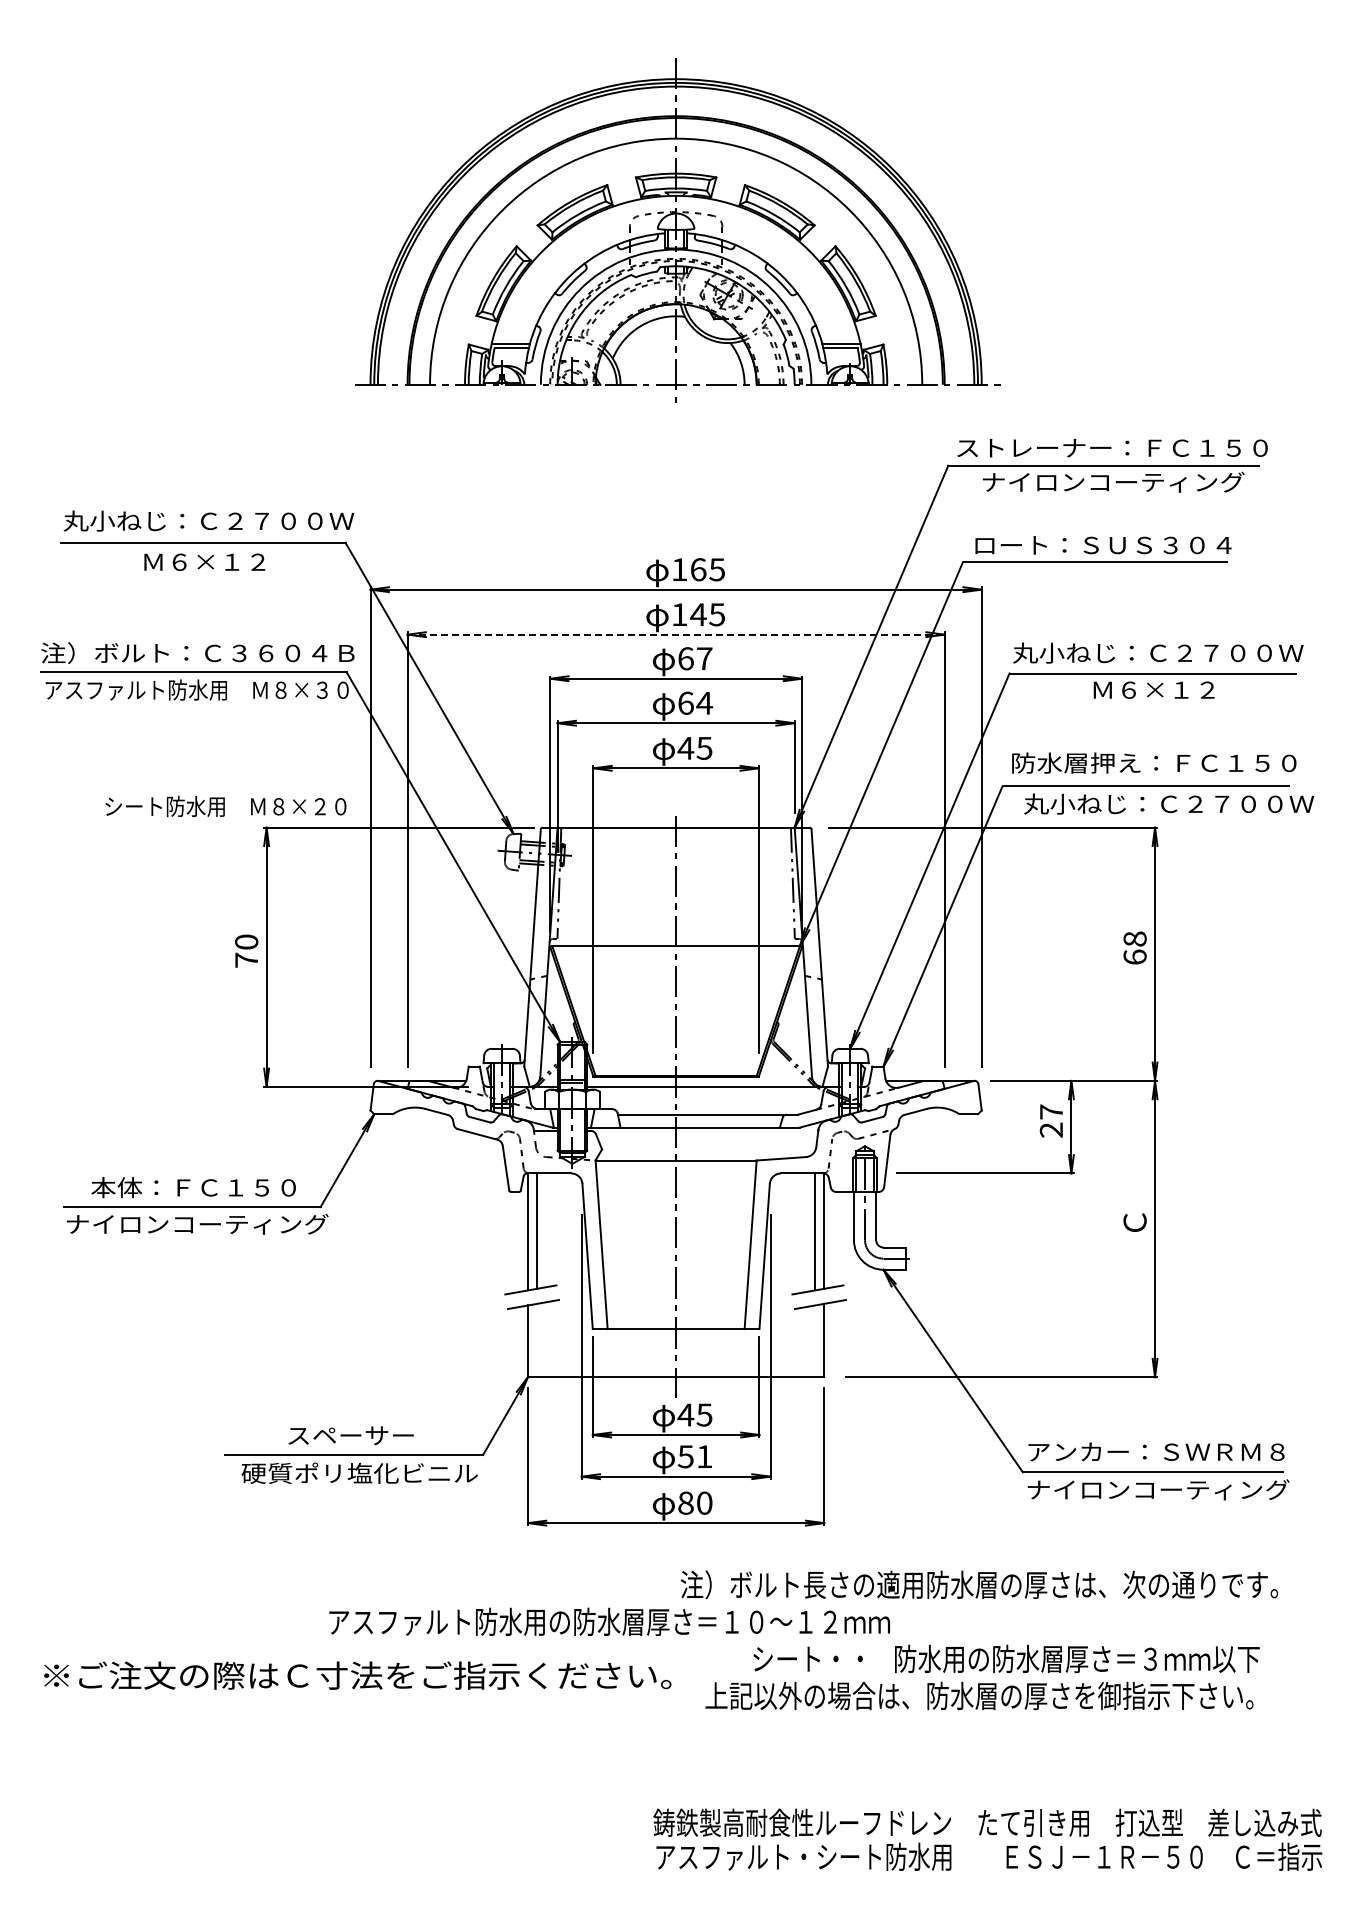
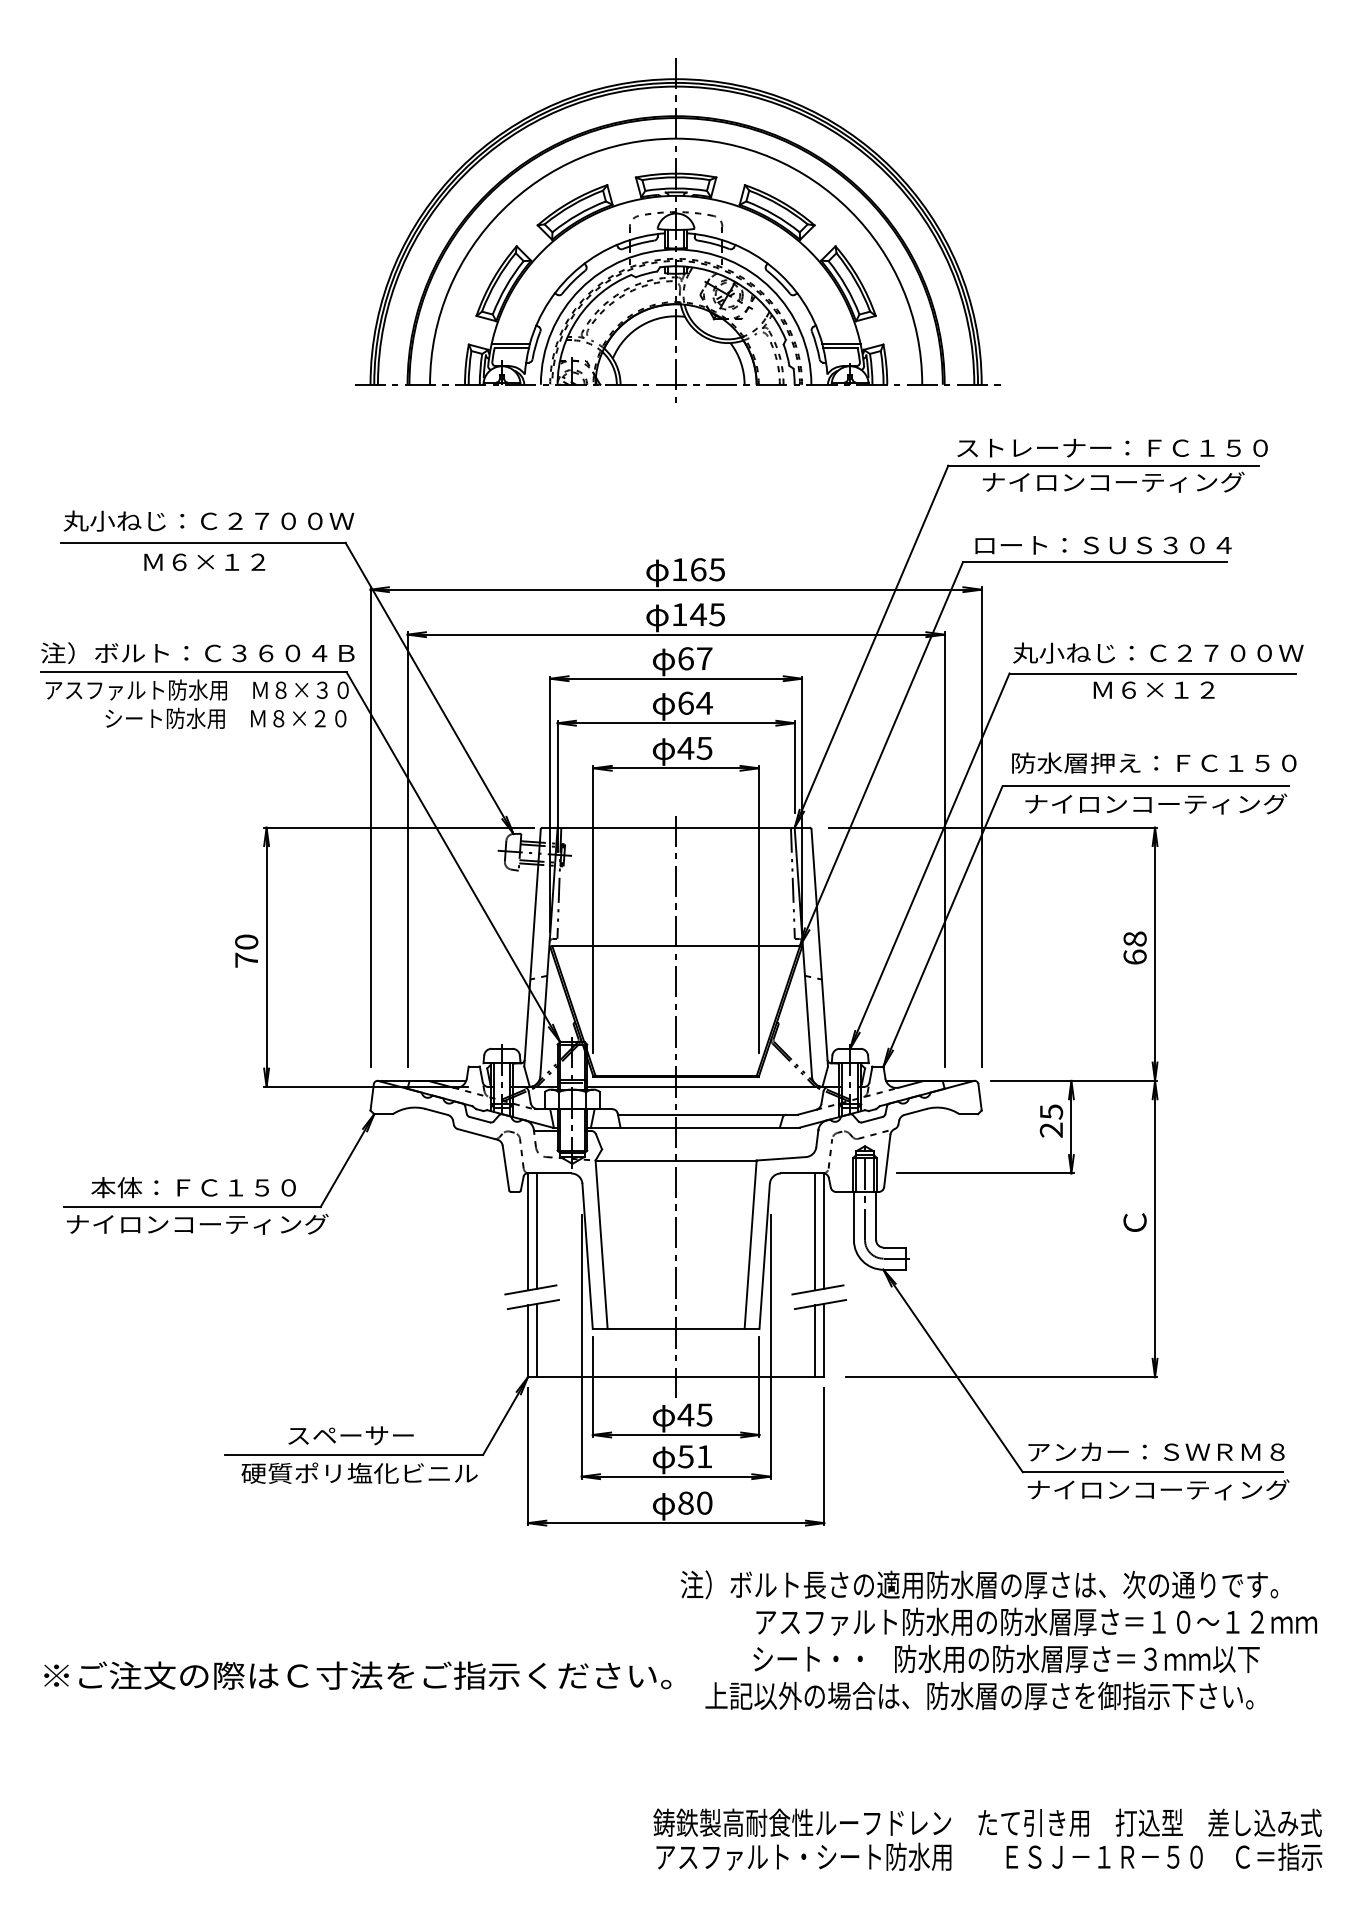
line at (676, 634): dashed -> solid
text at (1169, 803): 丸小ねじ：Ｃ２７００Ｗ -> ナイロンコーティング
text at (225, 805) position: (225, 805) -> (225, 717)
text at (1051, 1111): 27 -> 25
line at (537, 1340): none -> present
line at (815, 1341): none -> present
text at (609, 1621) position: (609, 1621) -> (1036, 1621)
